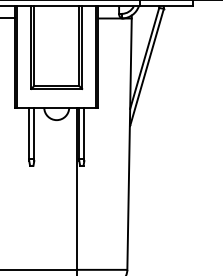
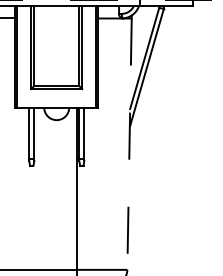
line at (111, 0): solid -> dashed
line at (129, 144): solid -> dashed
